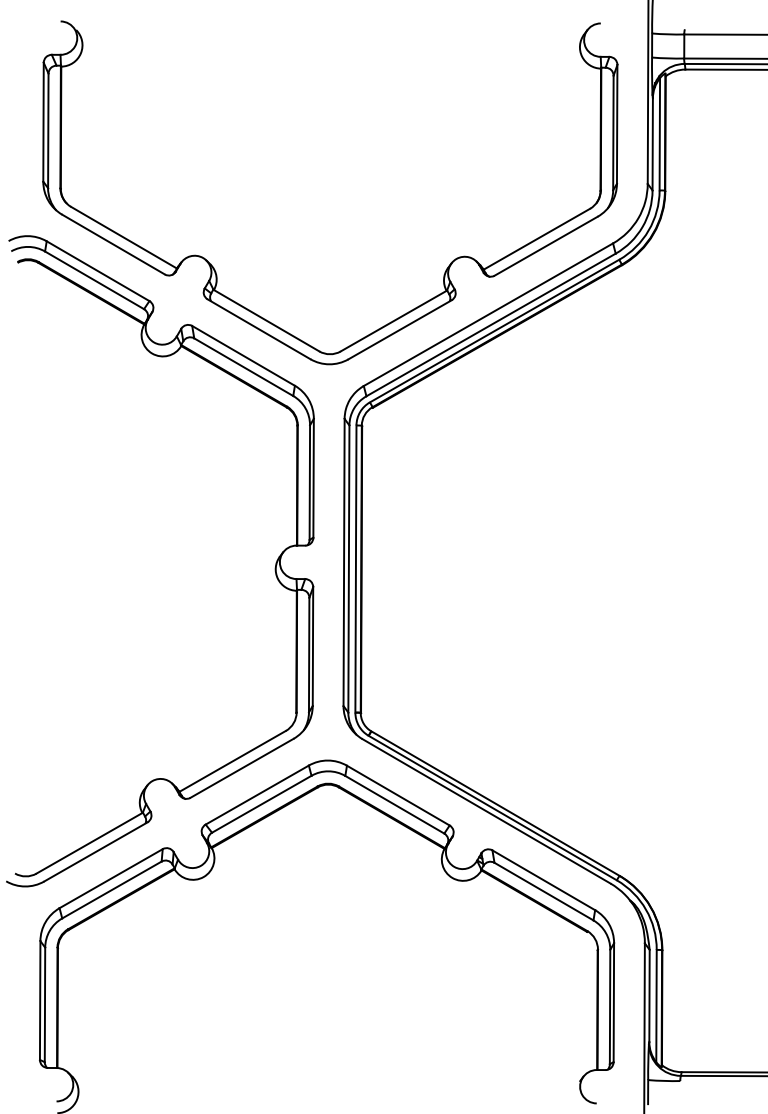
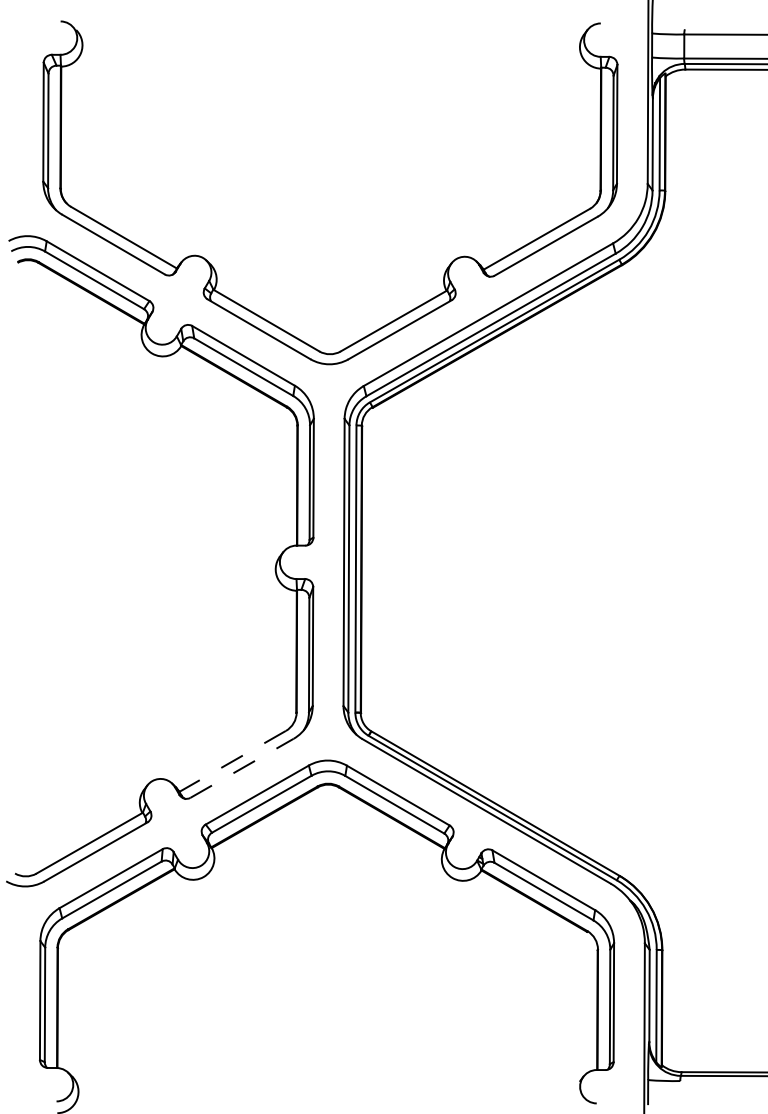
line at (232, 761): solid -> dashed
line at (242, 768): solid -> dashed
